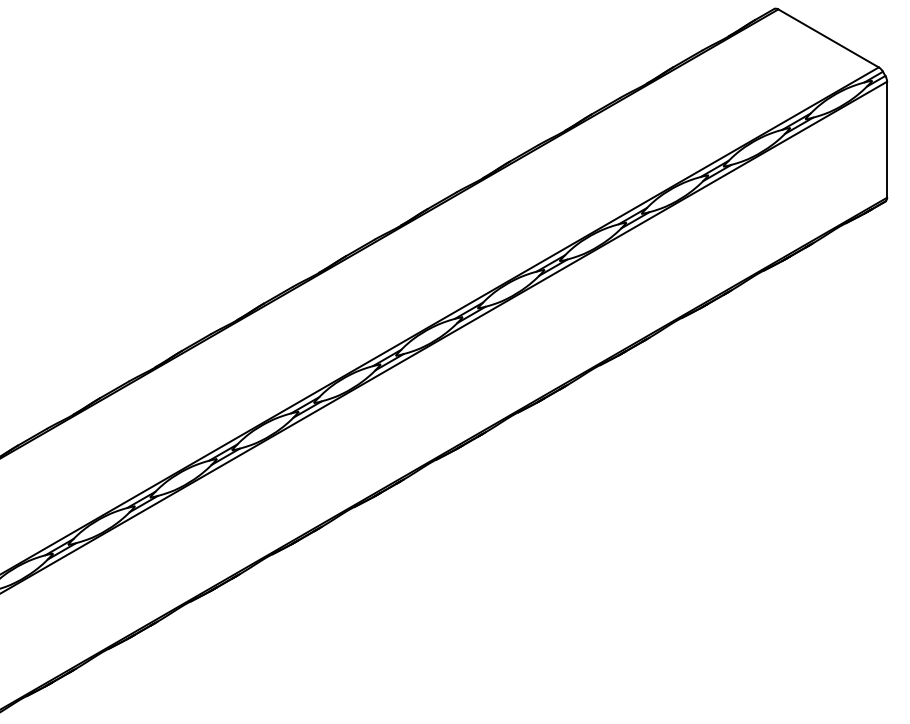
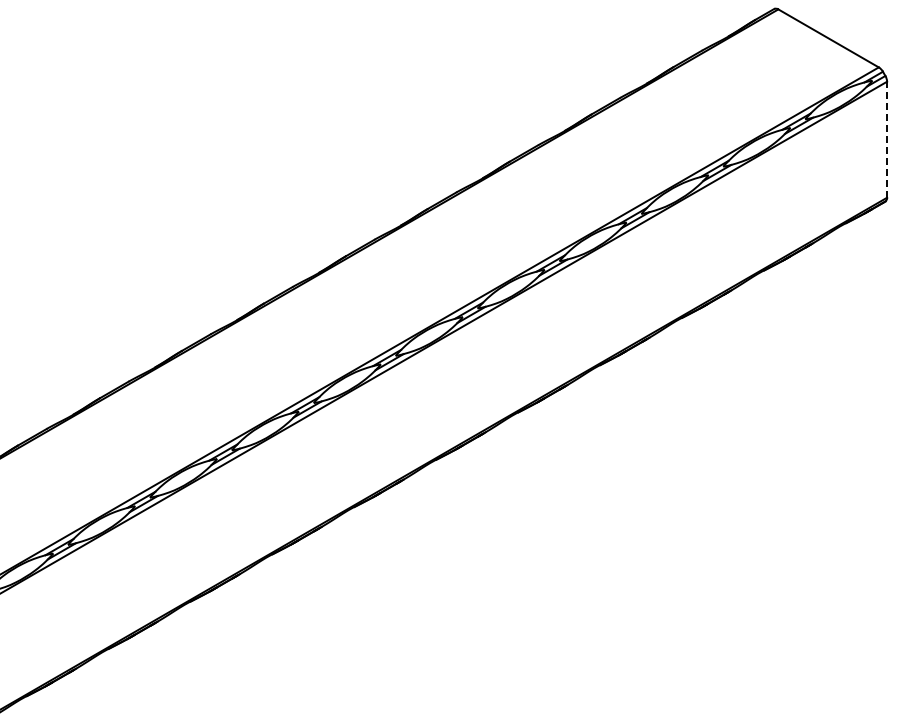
line at (887, 139): solid -> dashed
